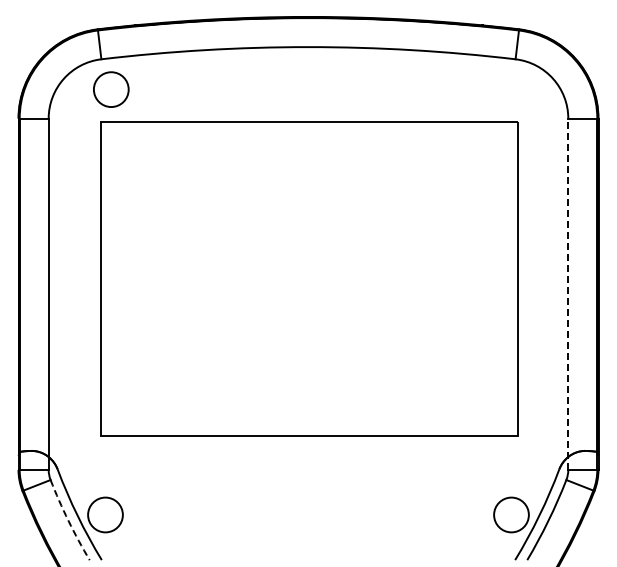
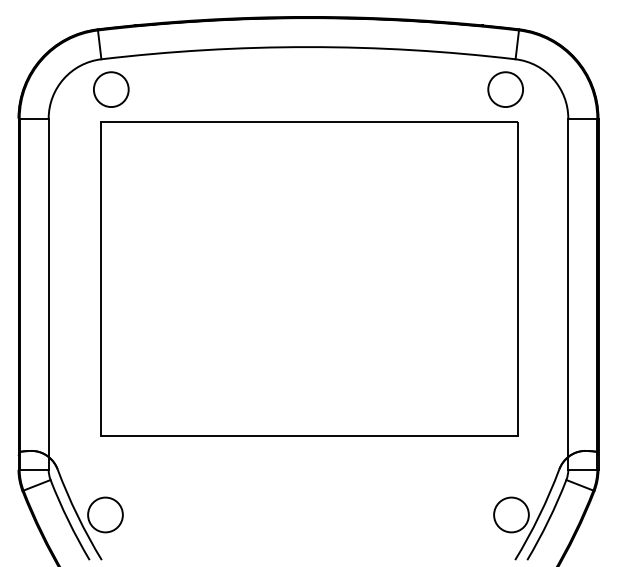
circle at (505, 89): none -> present
line at (568, 294): dashed -> solid
arc at (68, 520): dashed -> solid
